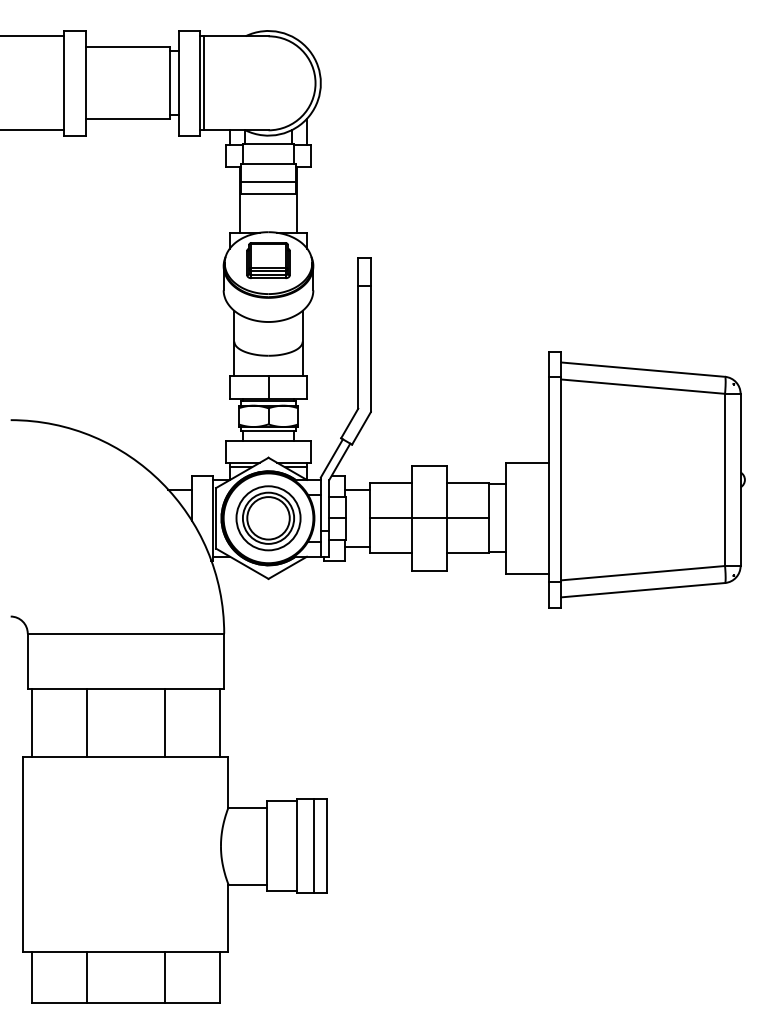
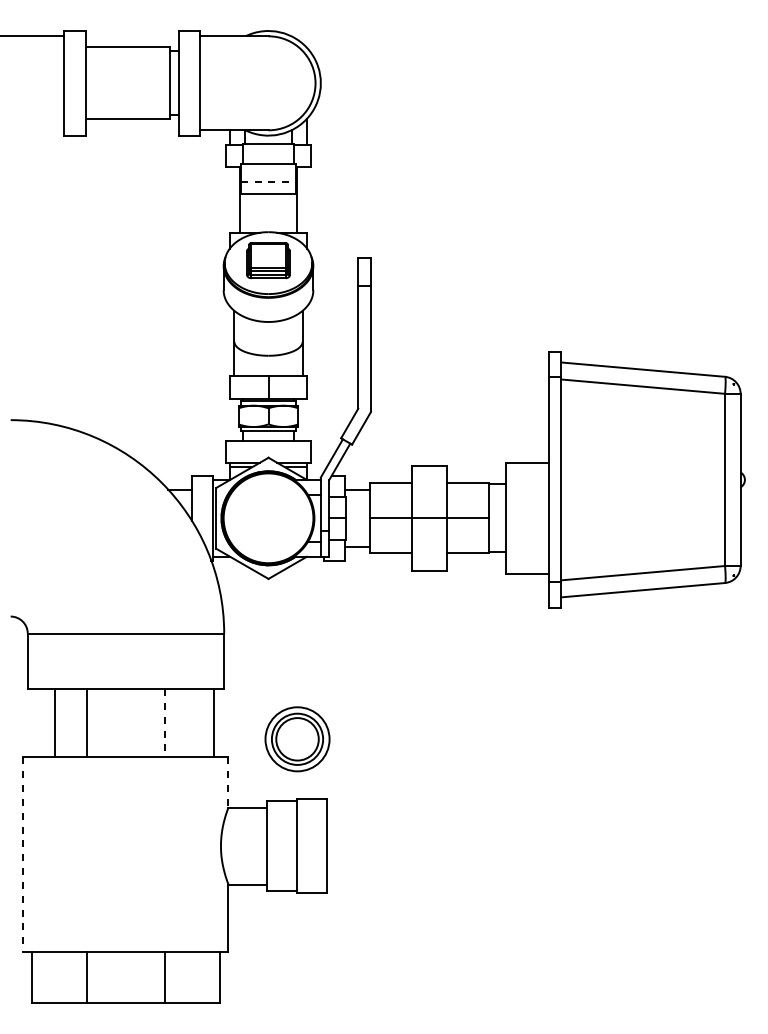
line at (204, 83): present -> none
line at (33, 130): present -> none
line at (268, 181): solid -> dashed
part at (268, 518) position: (268, 518) -> (297, 739)
line at (32, 723) position: (32, 723) -> (55, 723)
line at (164, 723): solid -> dashed
line at (219, 723) position: (219, 723) -> (213, 723)
line at (228, 783): solid -> dashed
line at (314, 846): present -> none
line at (23, 855): solid -> dashed
